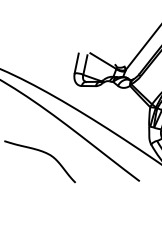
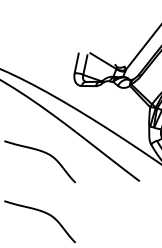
curve at (41, 212): none -> present
